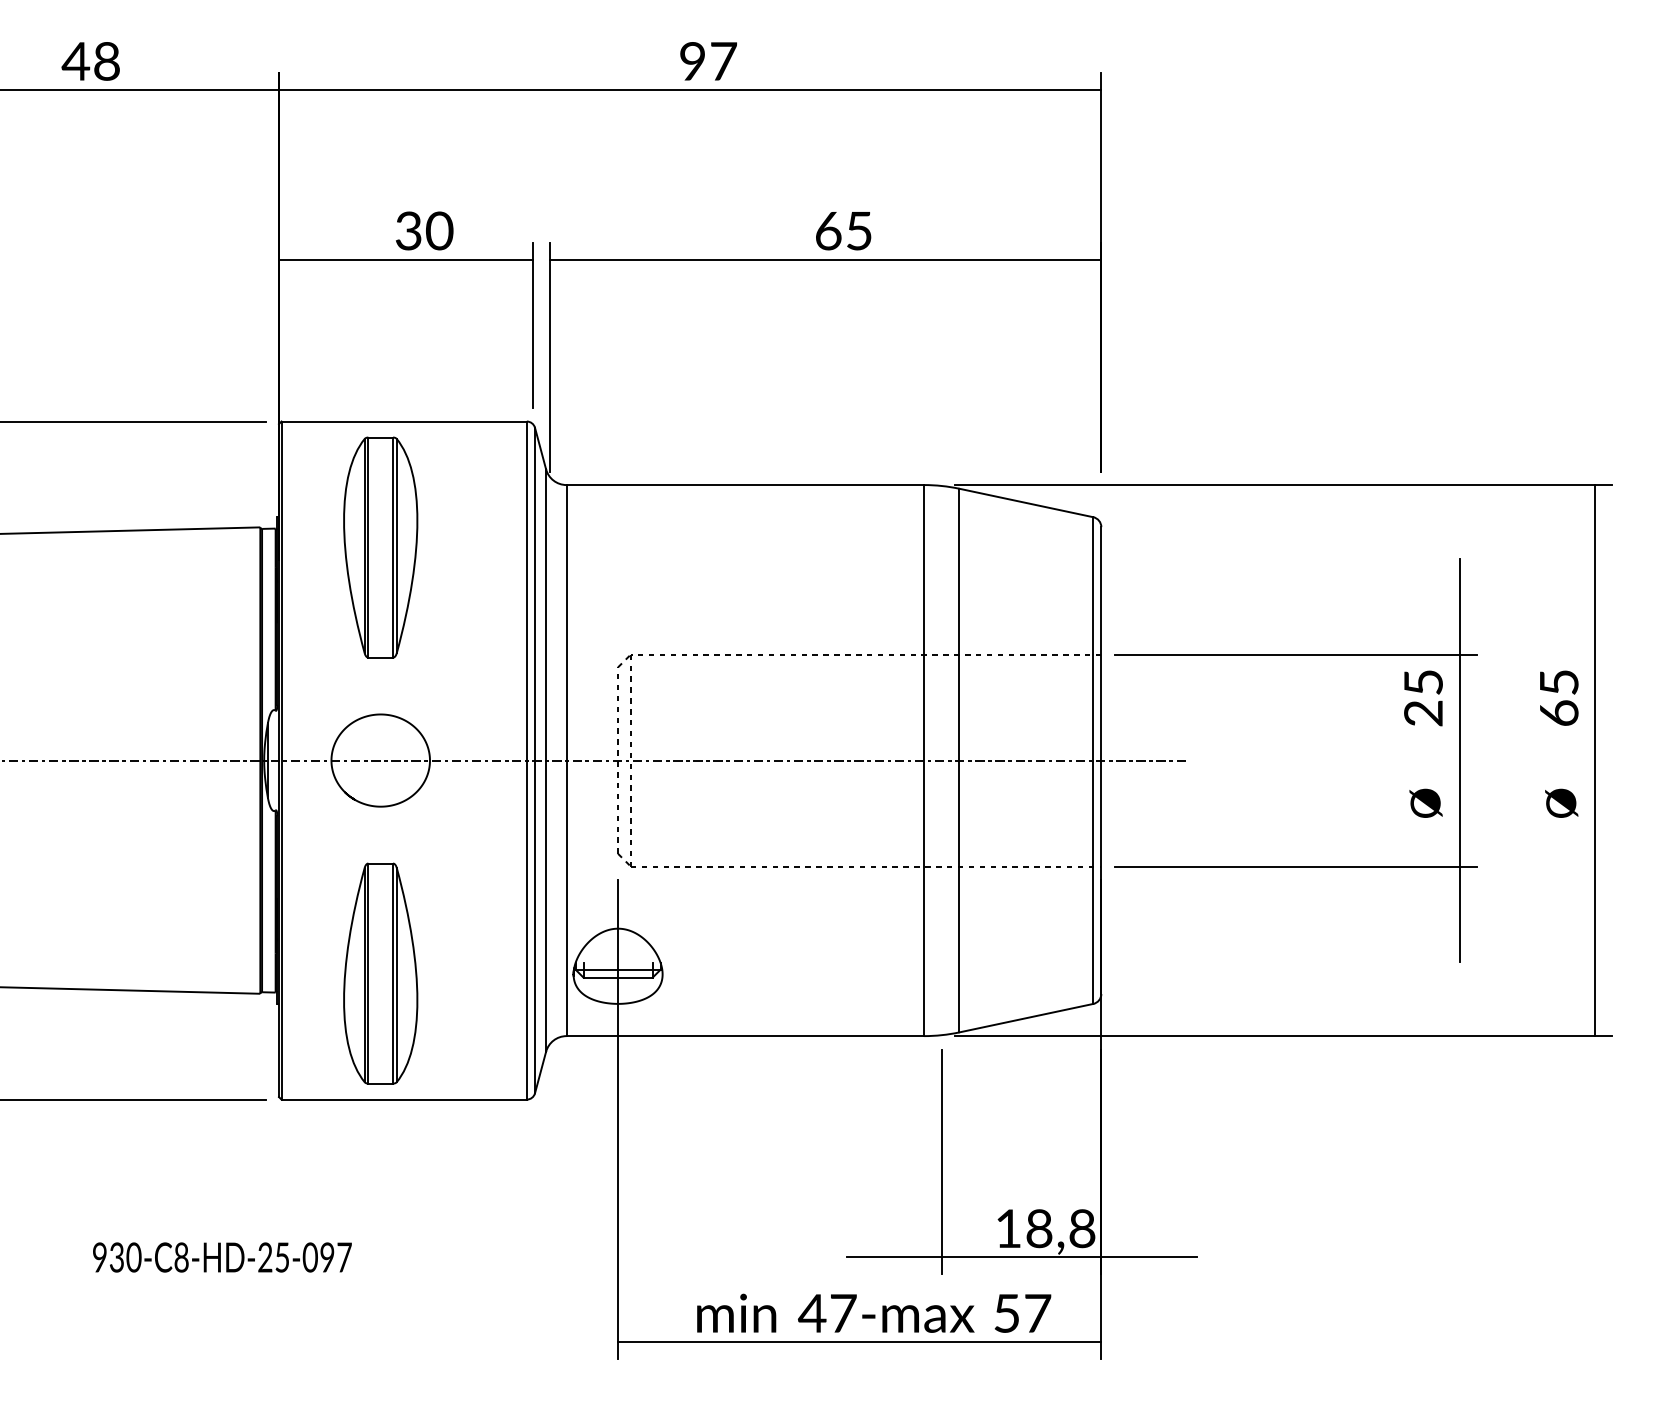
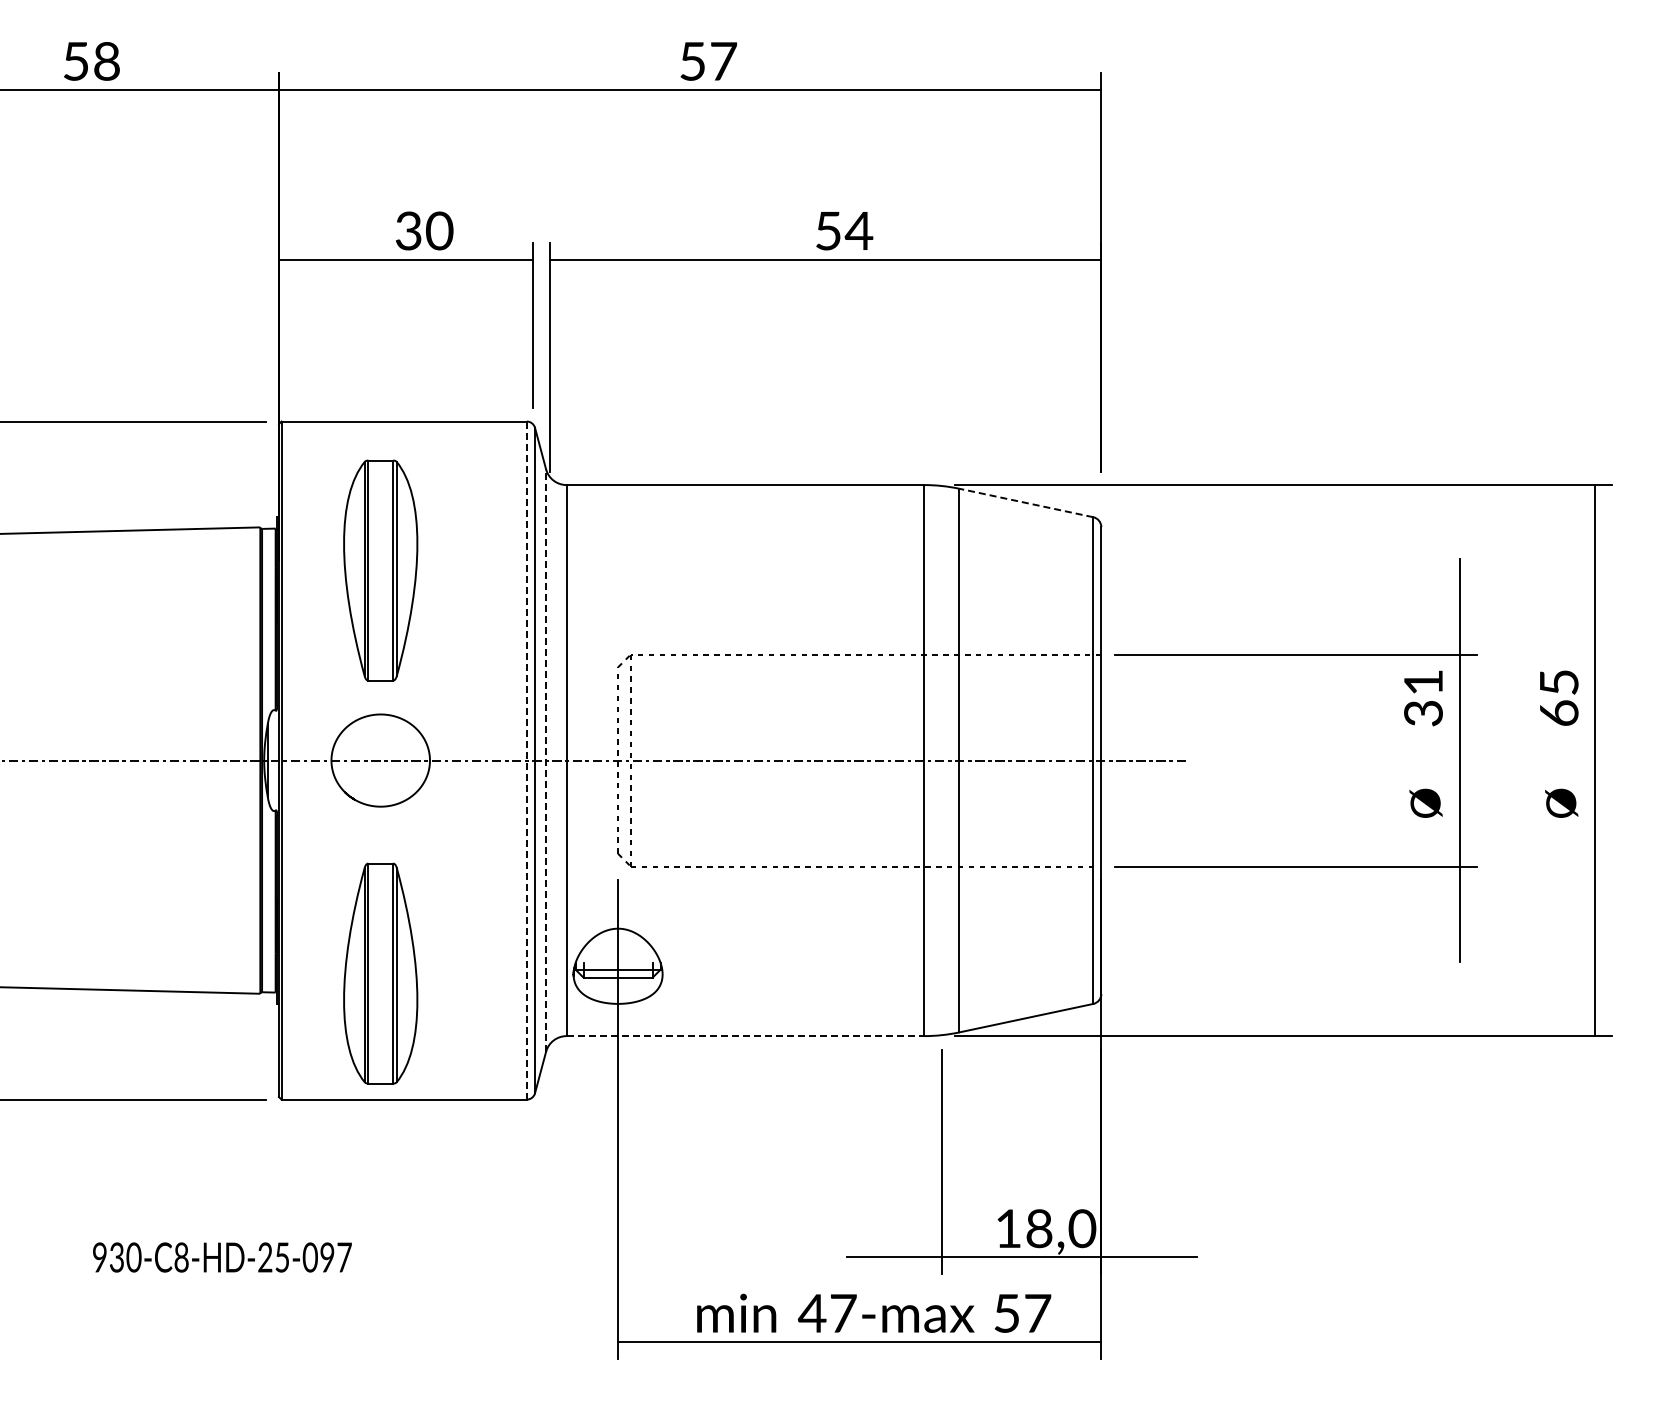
text at (75, 61): 48 -> 58
text at (692, 61): 97 -> 57
text at (844, 231): 65 -> 54
line at (1025, 502): solid -> dashed
part at (380, 547) position: (380, 547) -> (380, 570)
text at (1423, 698): 25 -> 31
line at (546, 760): solid -> dashed
line at (526, 761): solid -> dashed
line at (745, 1036): solid -> dashed
text at (1082, 1228): 18,8 -> 18,0
